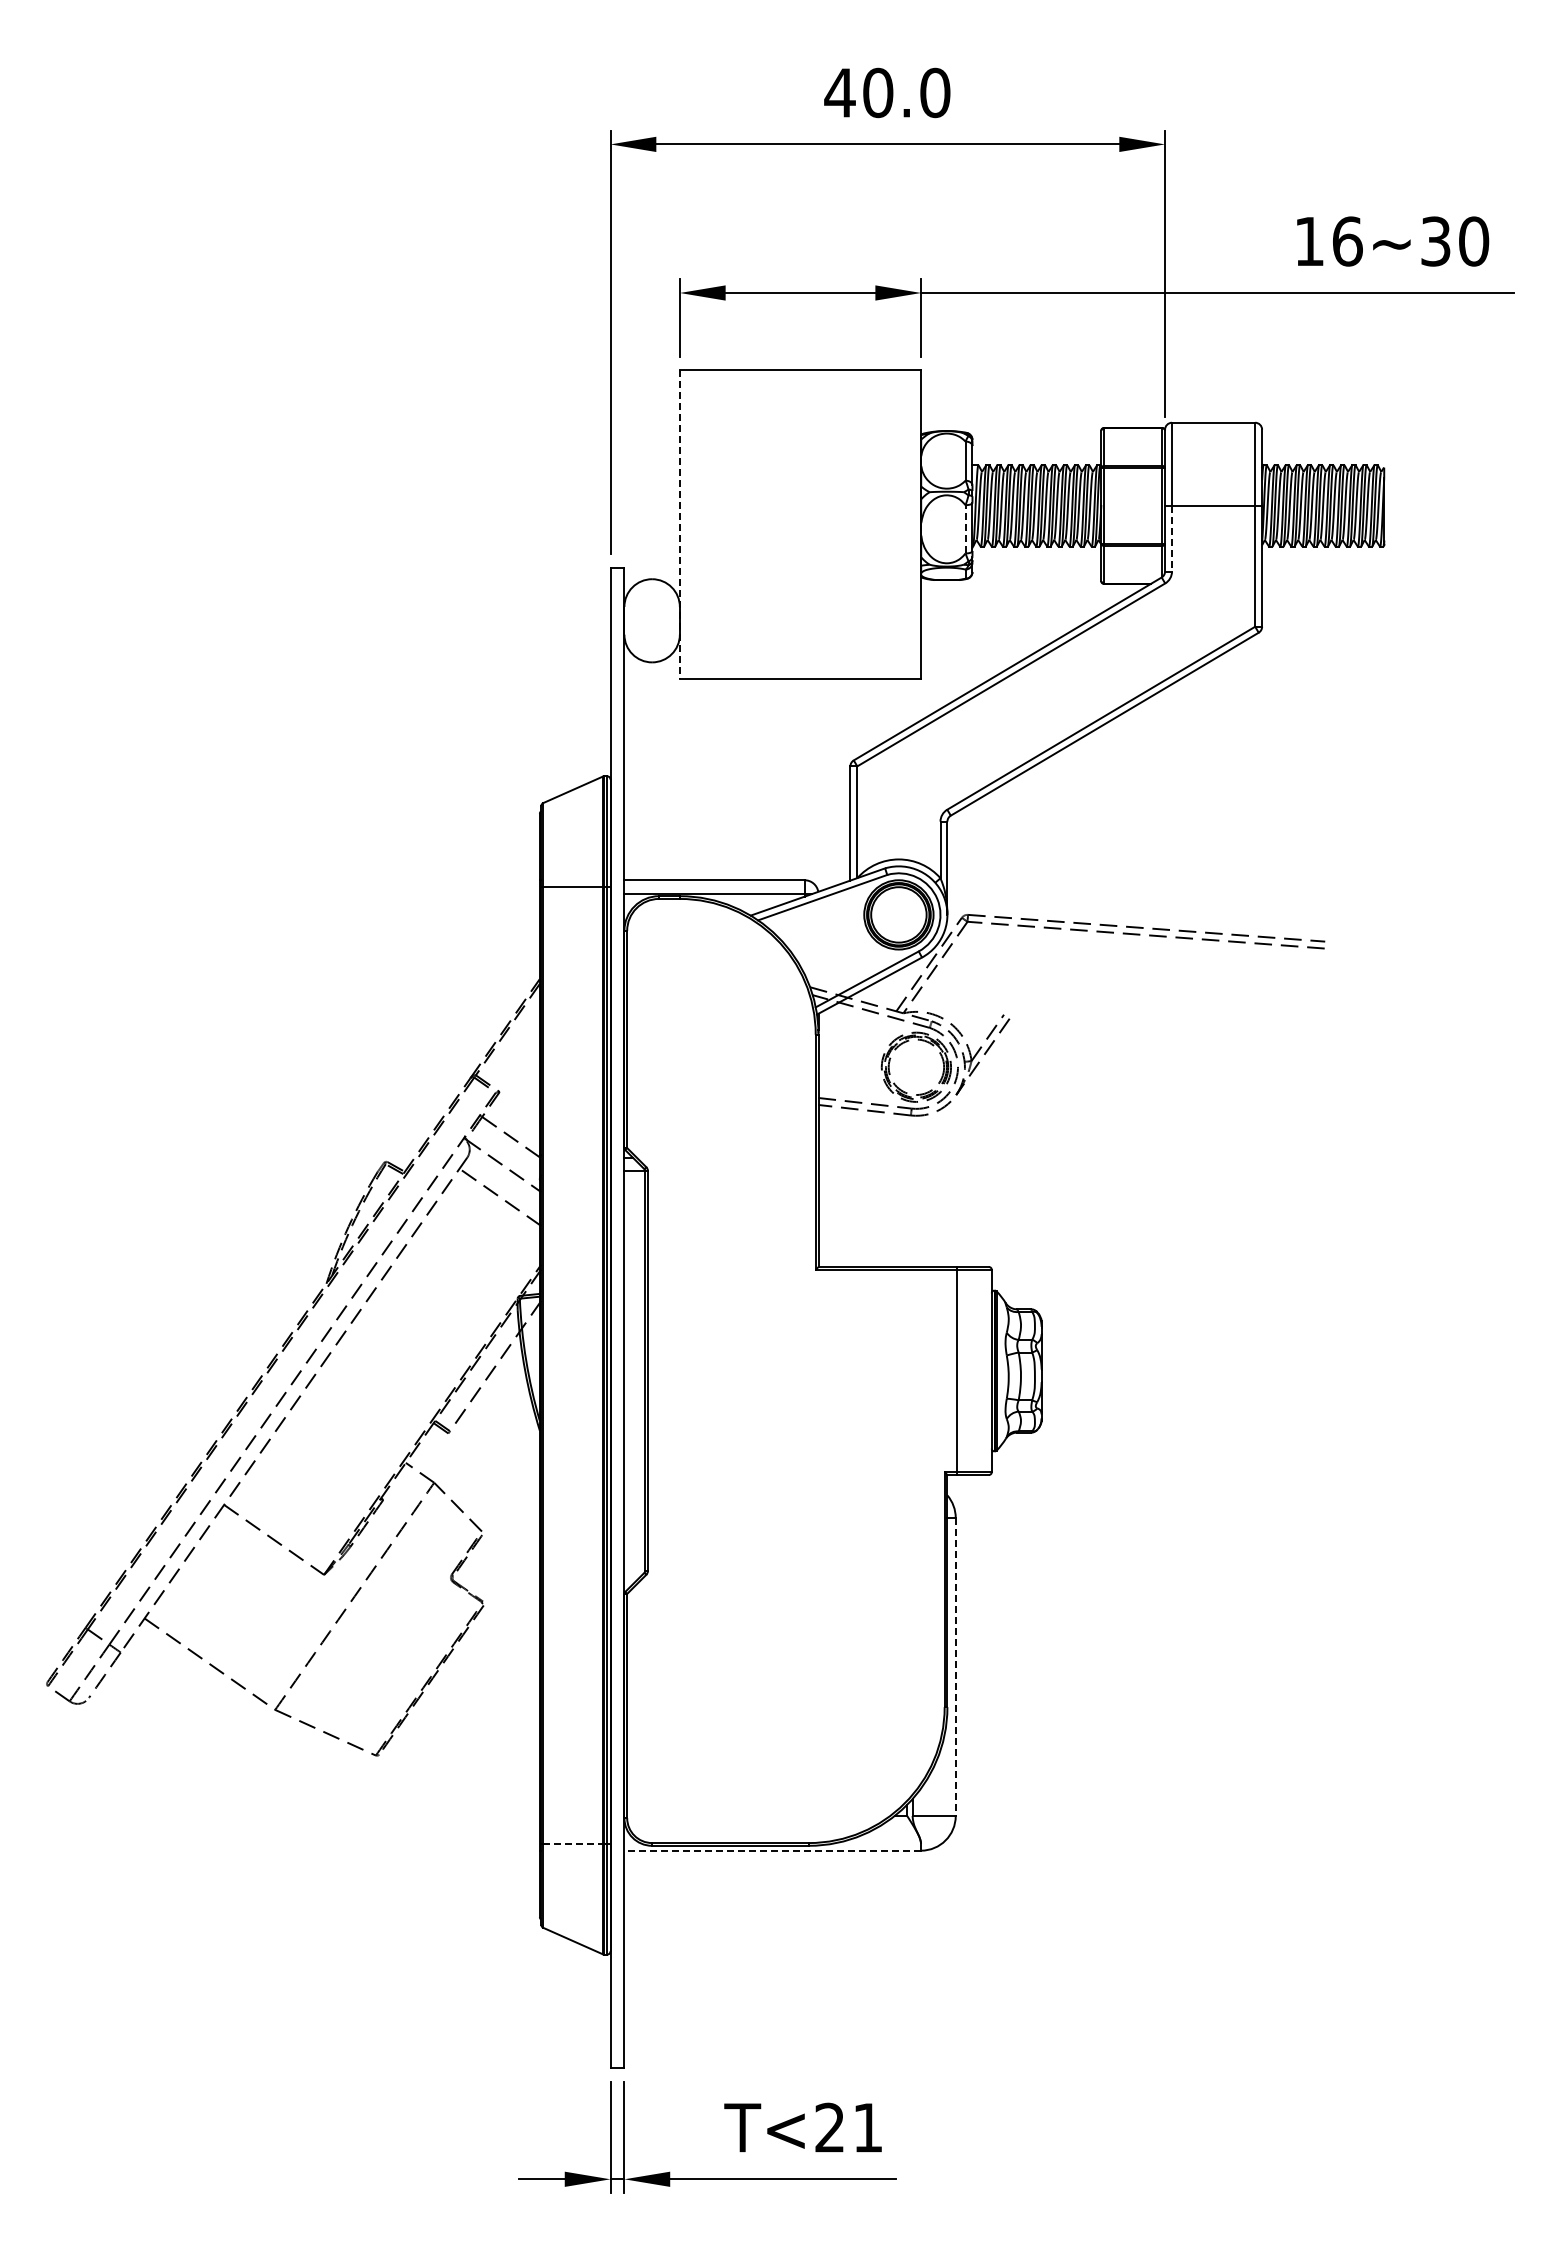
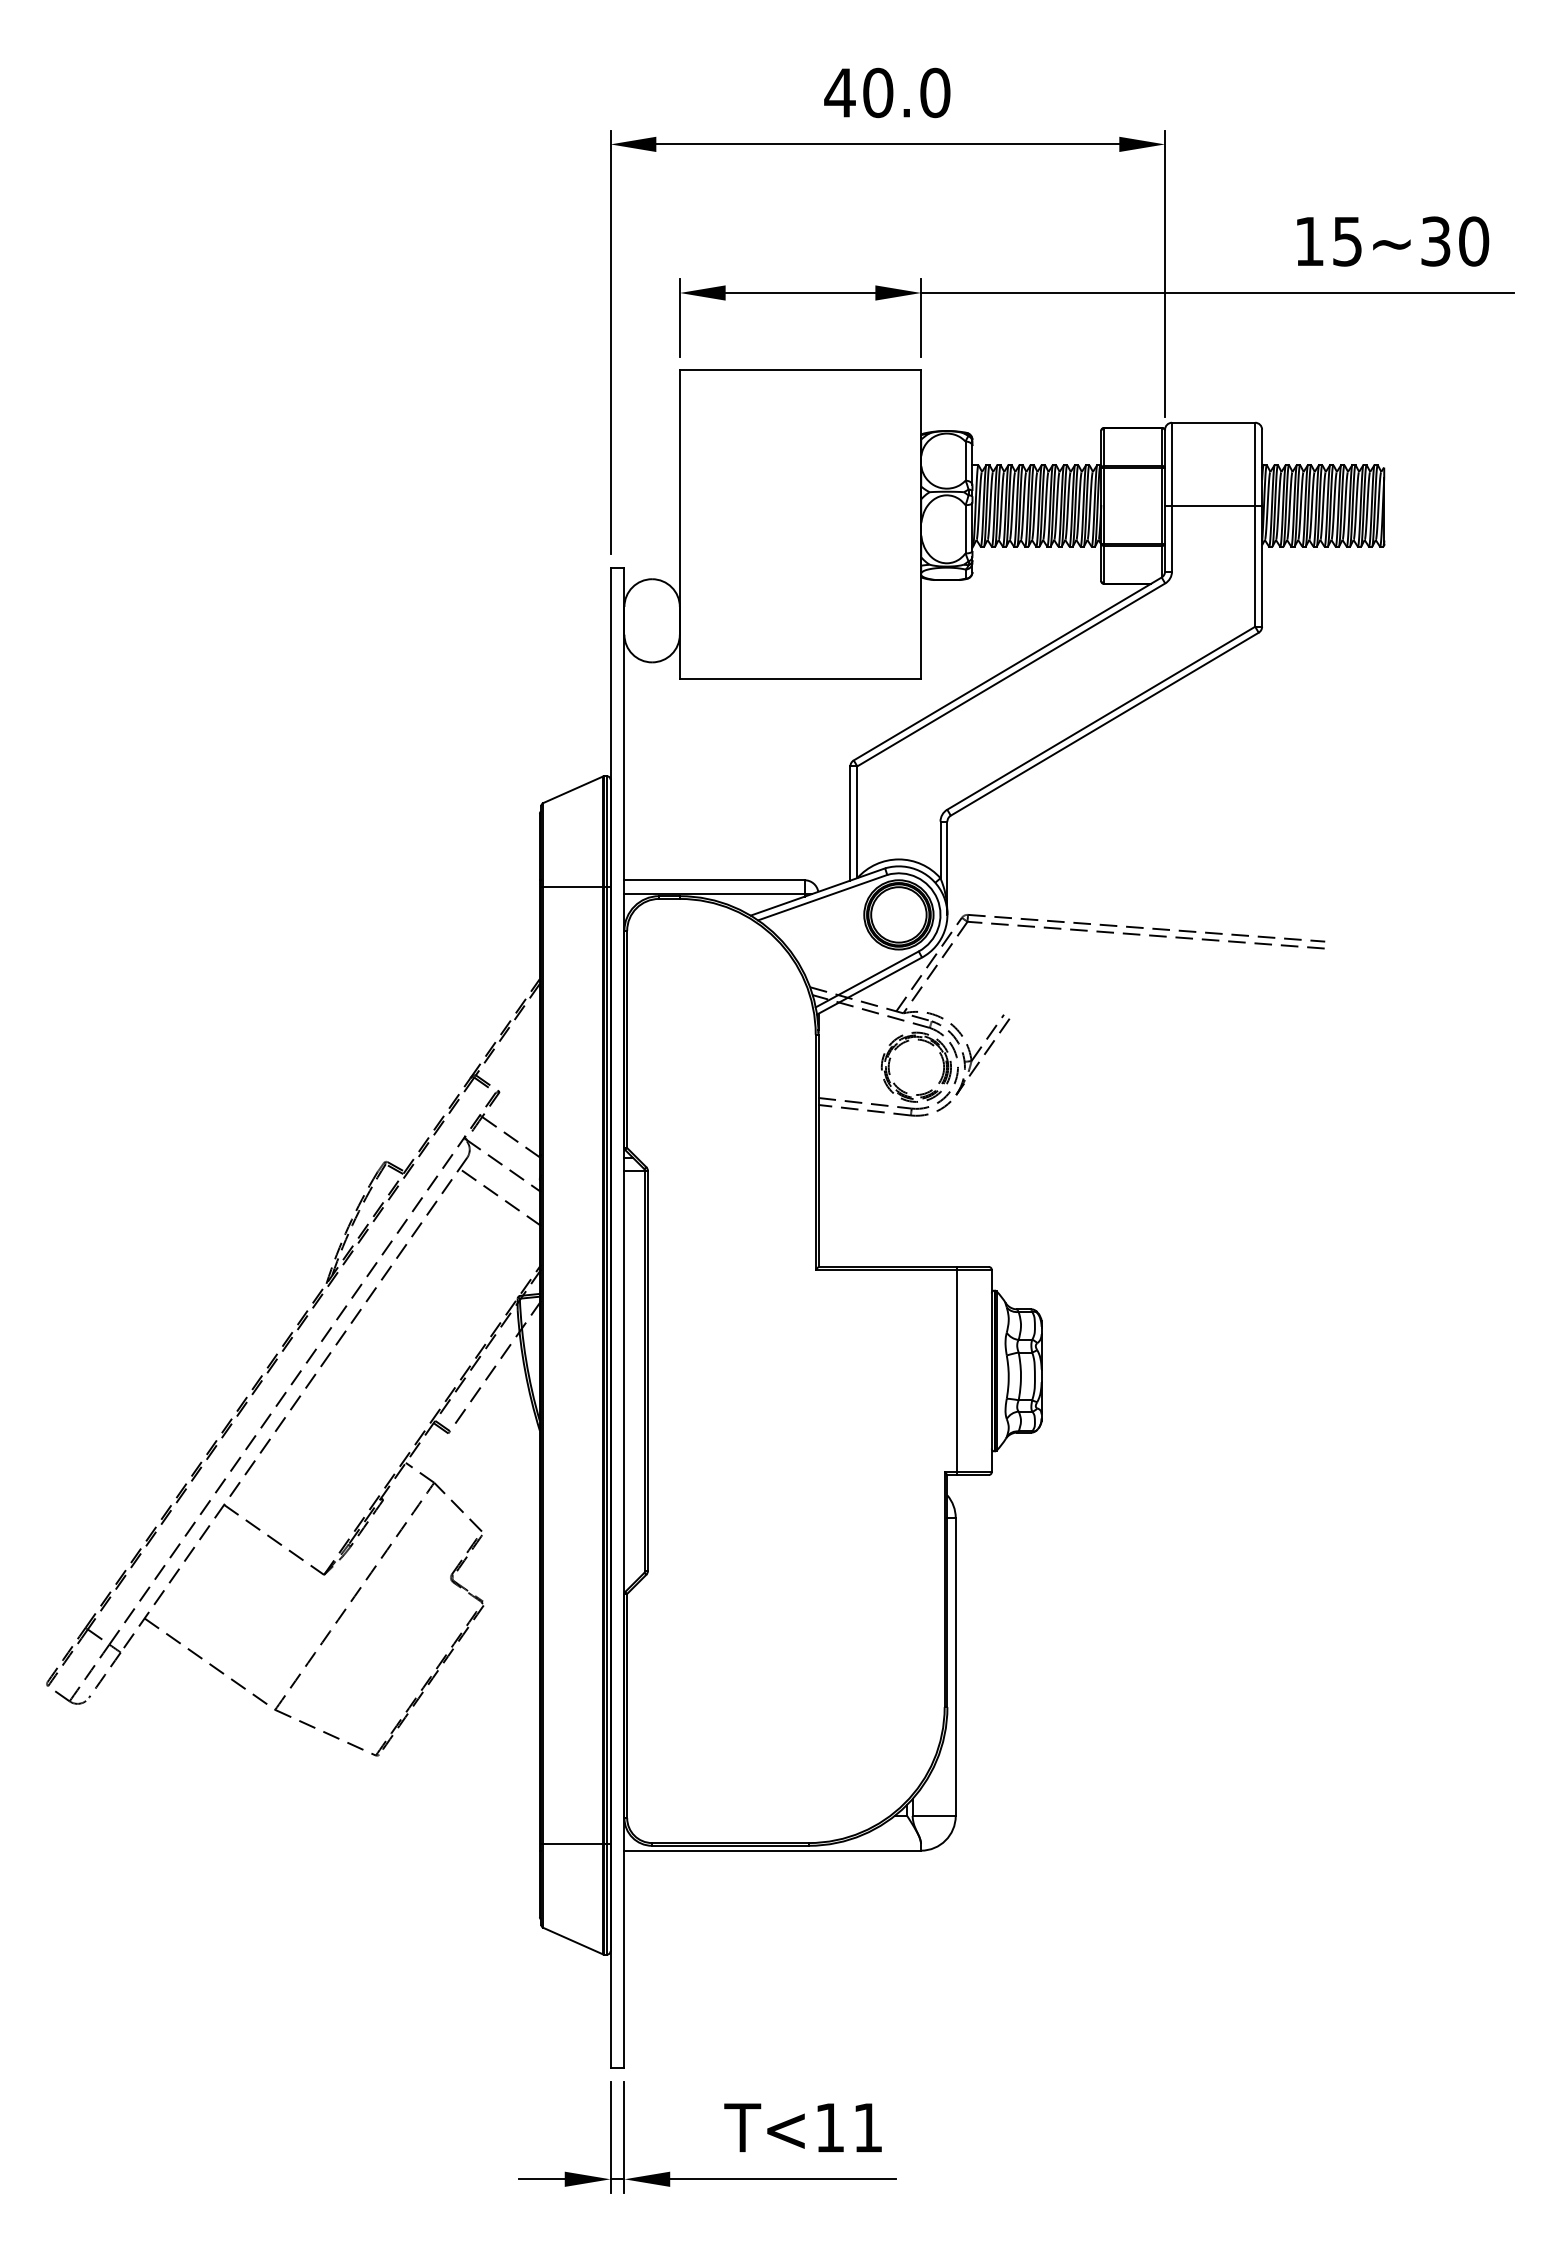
text at (1347, 241): 16~30 -> 15~30
line at (679, 525): dashed -> solid
line at (965, 528): dashed -> solid
line at (1172, 538): dashed -> solid
line at (955, 1667): dashed -> solid
line at (573, 1843): dashed -> solid
line at (772, 1850): dashed -> solid
text at (829, 2127): T<21 -> T<11
